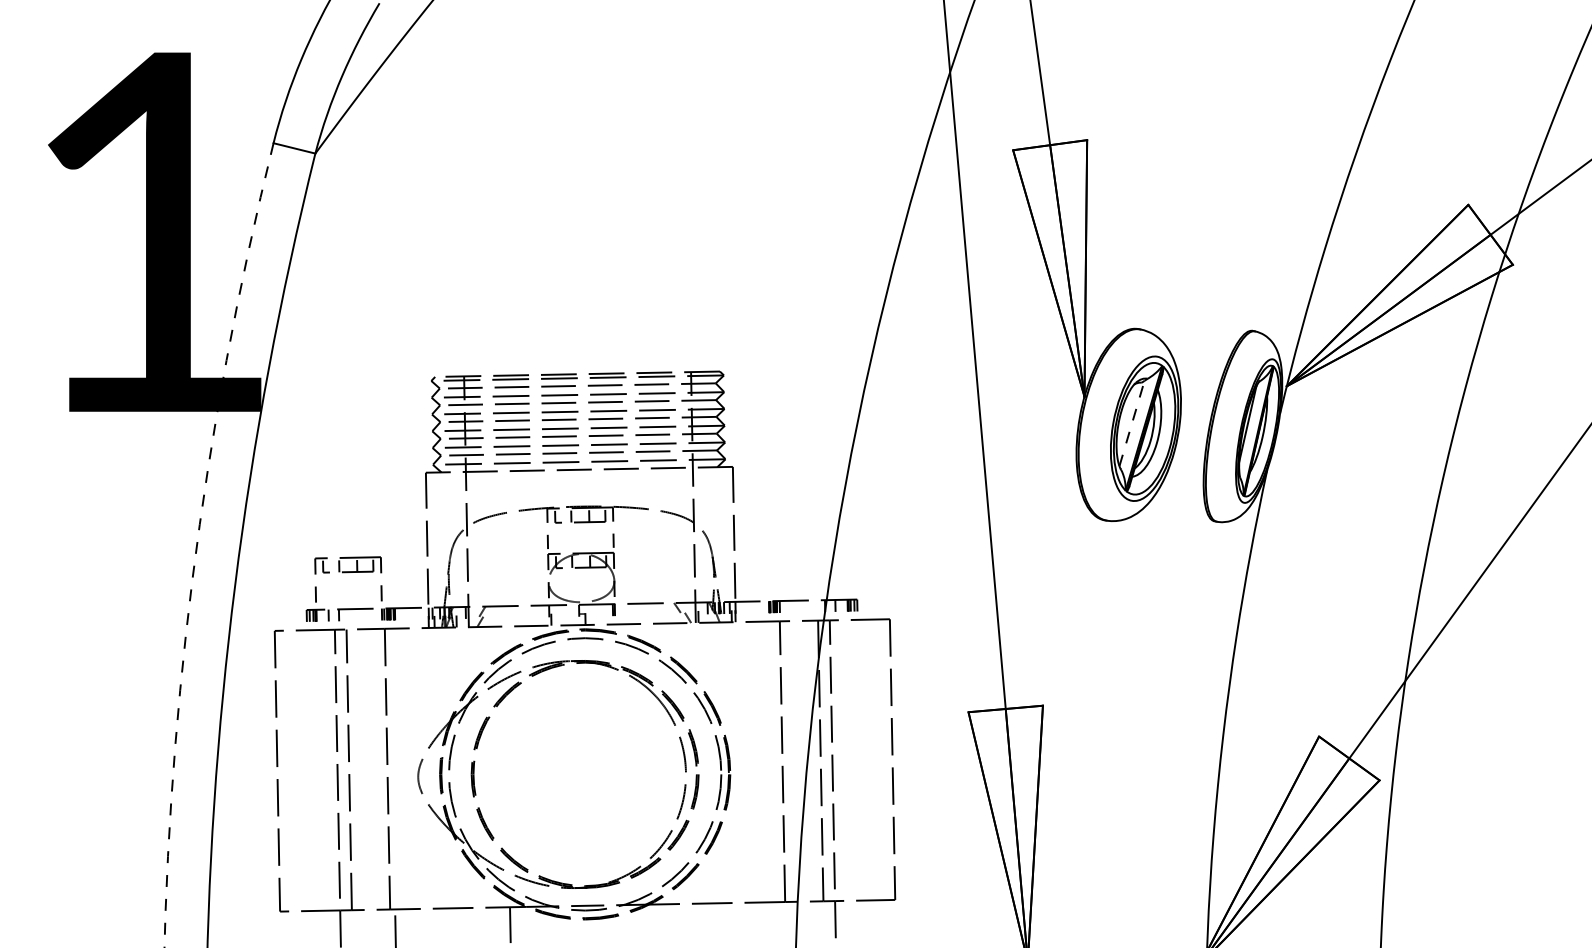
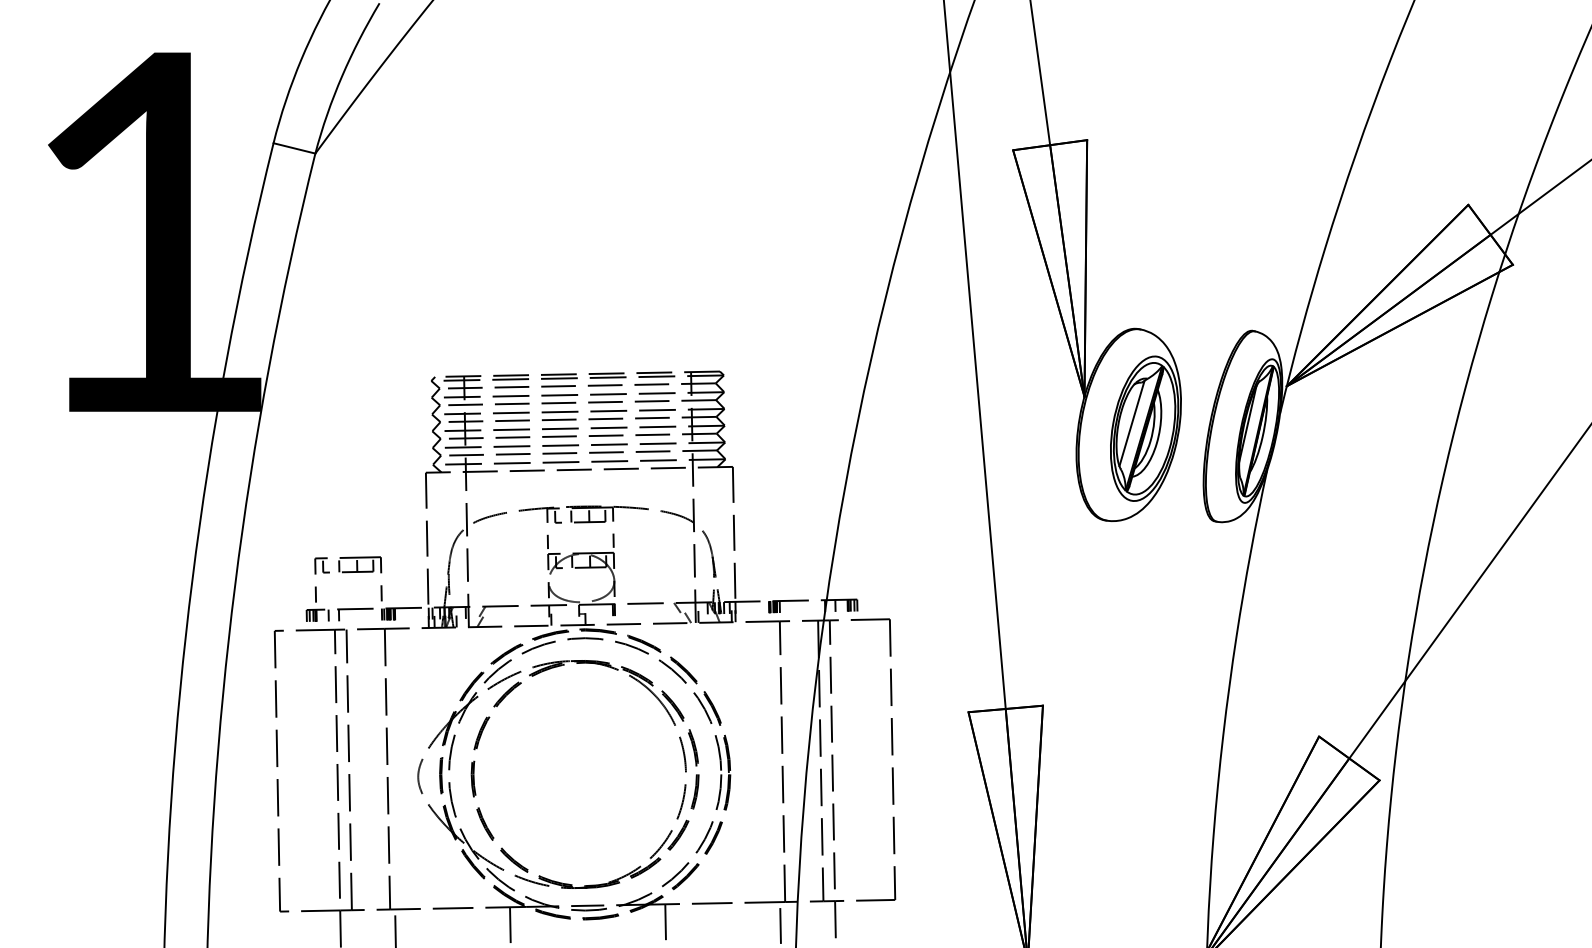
line at (1132, 423): dashed -> solid
arc at (197, 542): dashed -> solid
line at (780, 923): none -> present
line at (665, 924): none -> present
